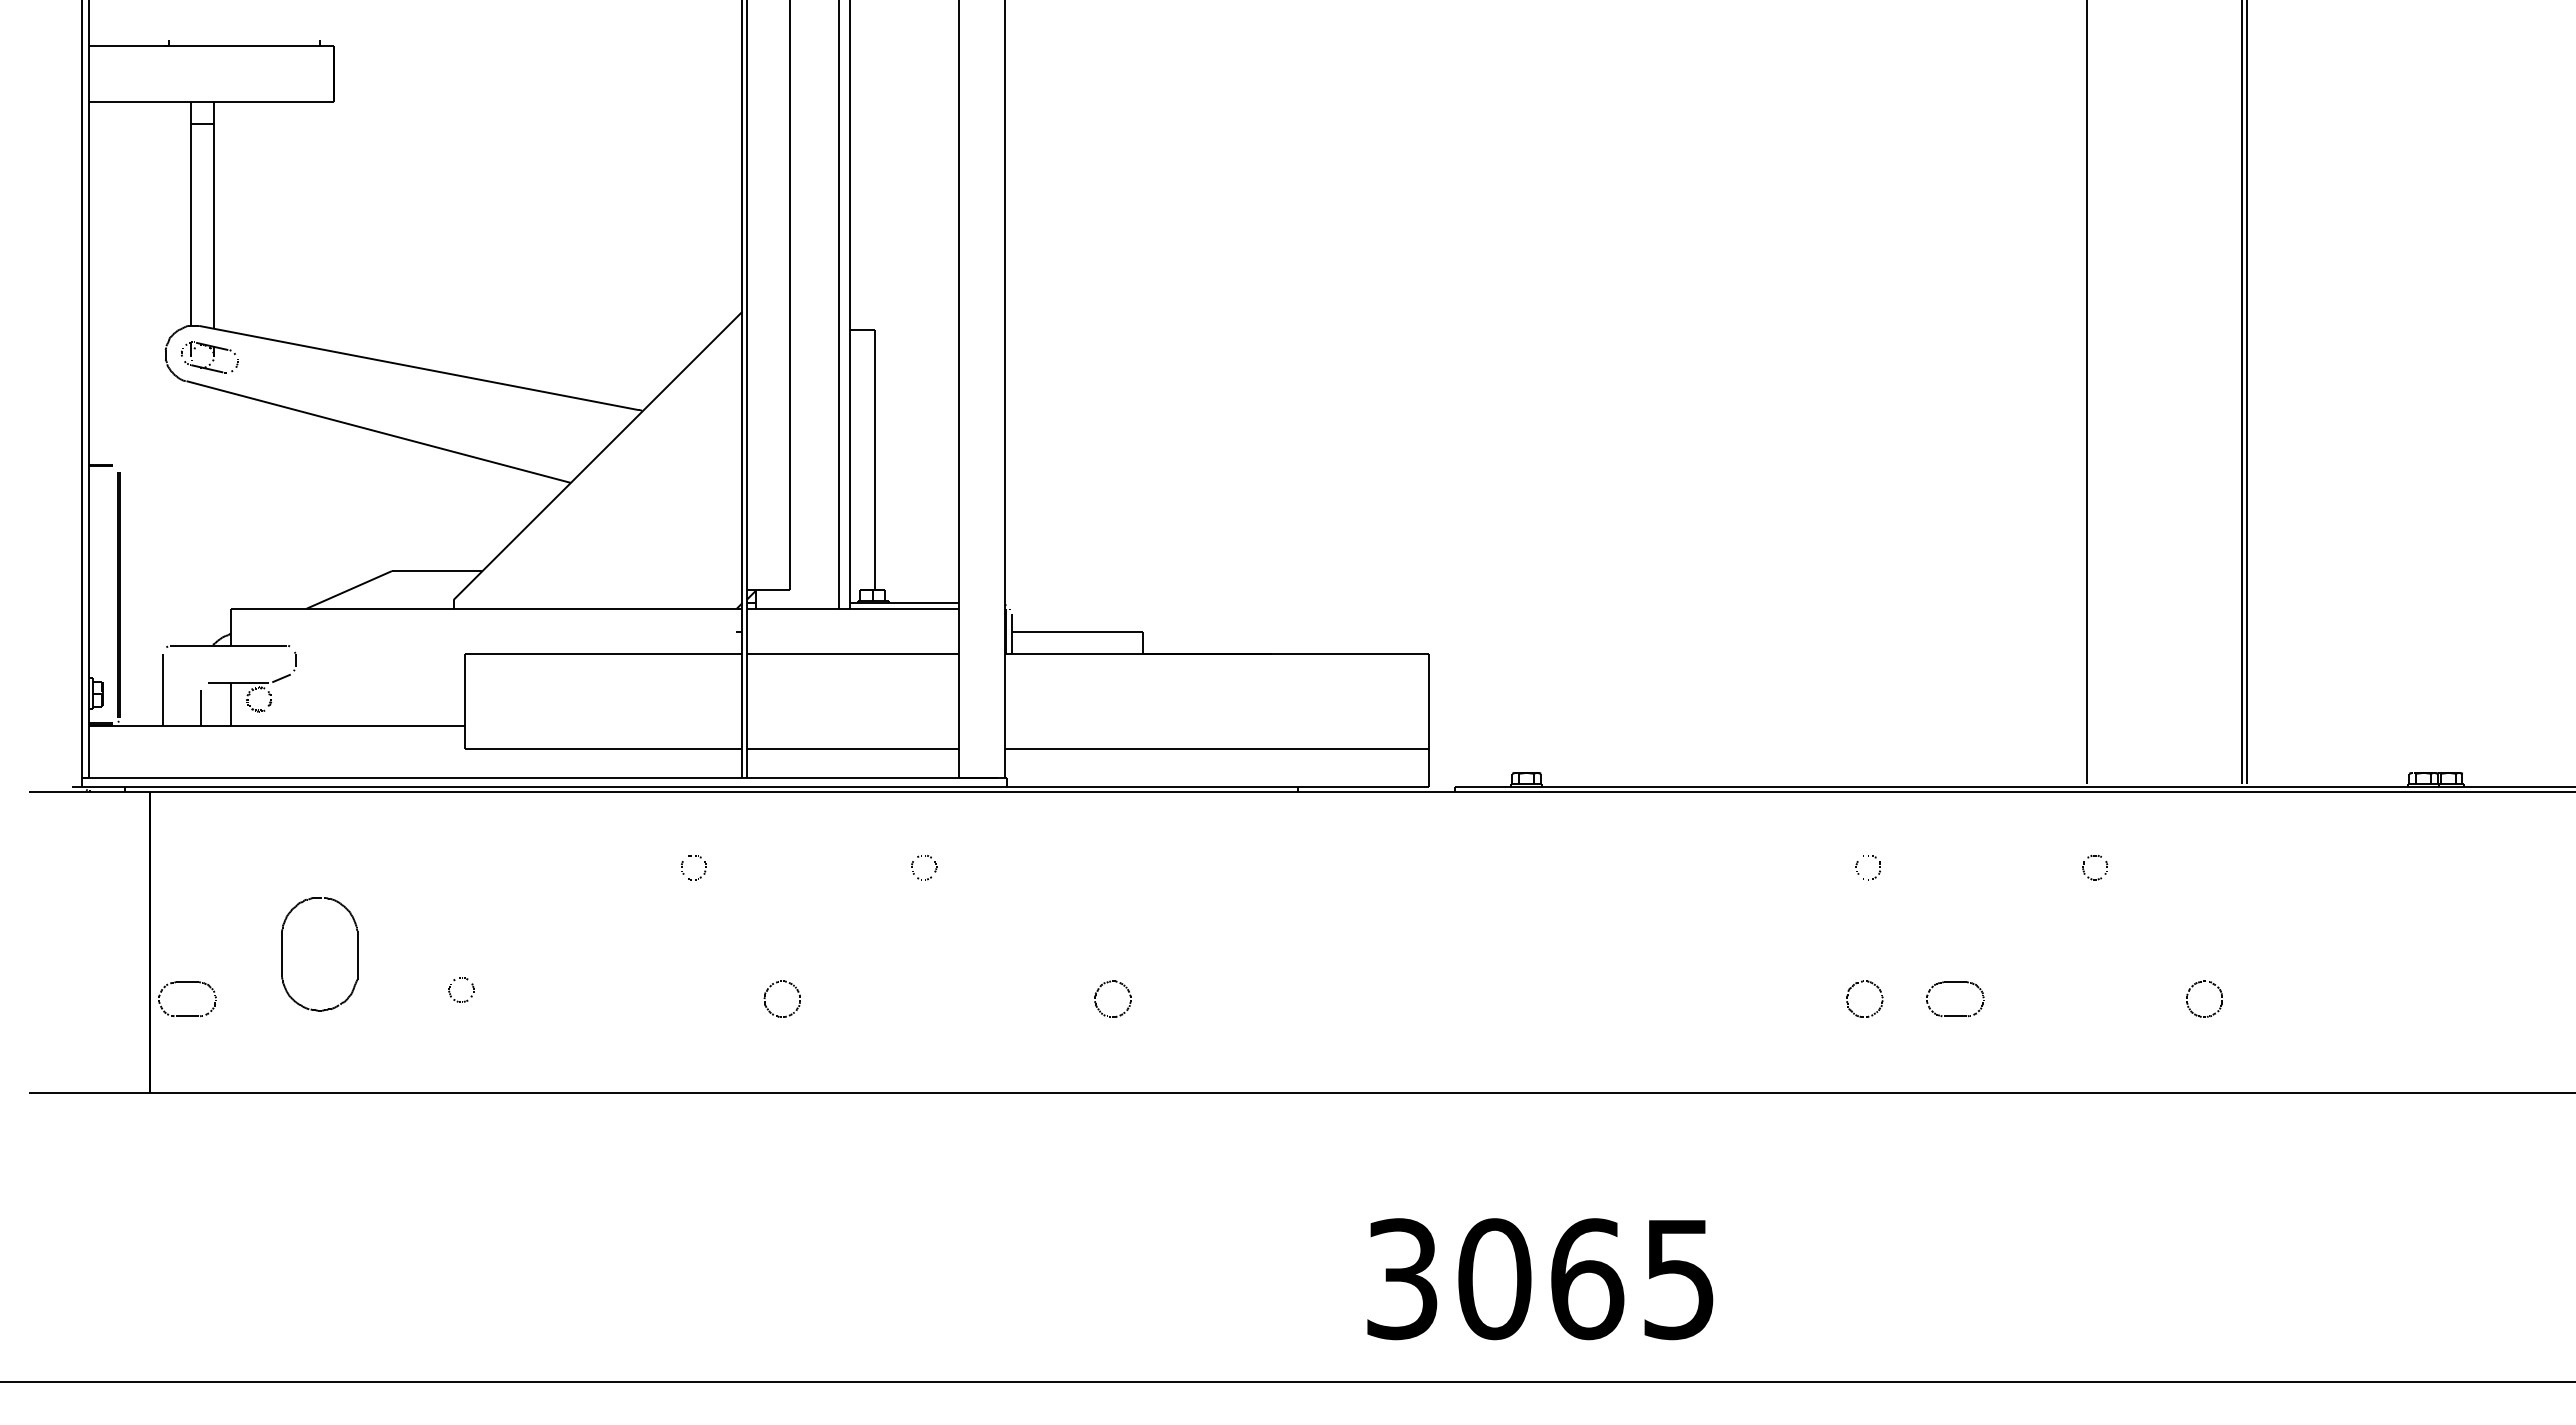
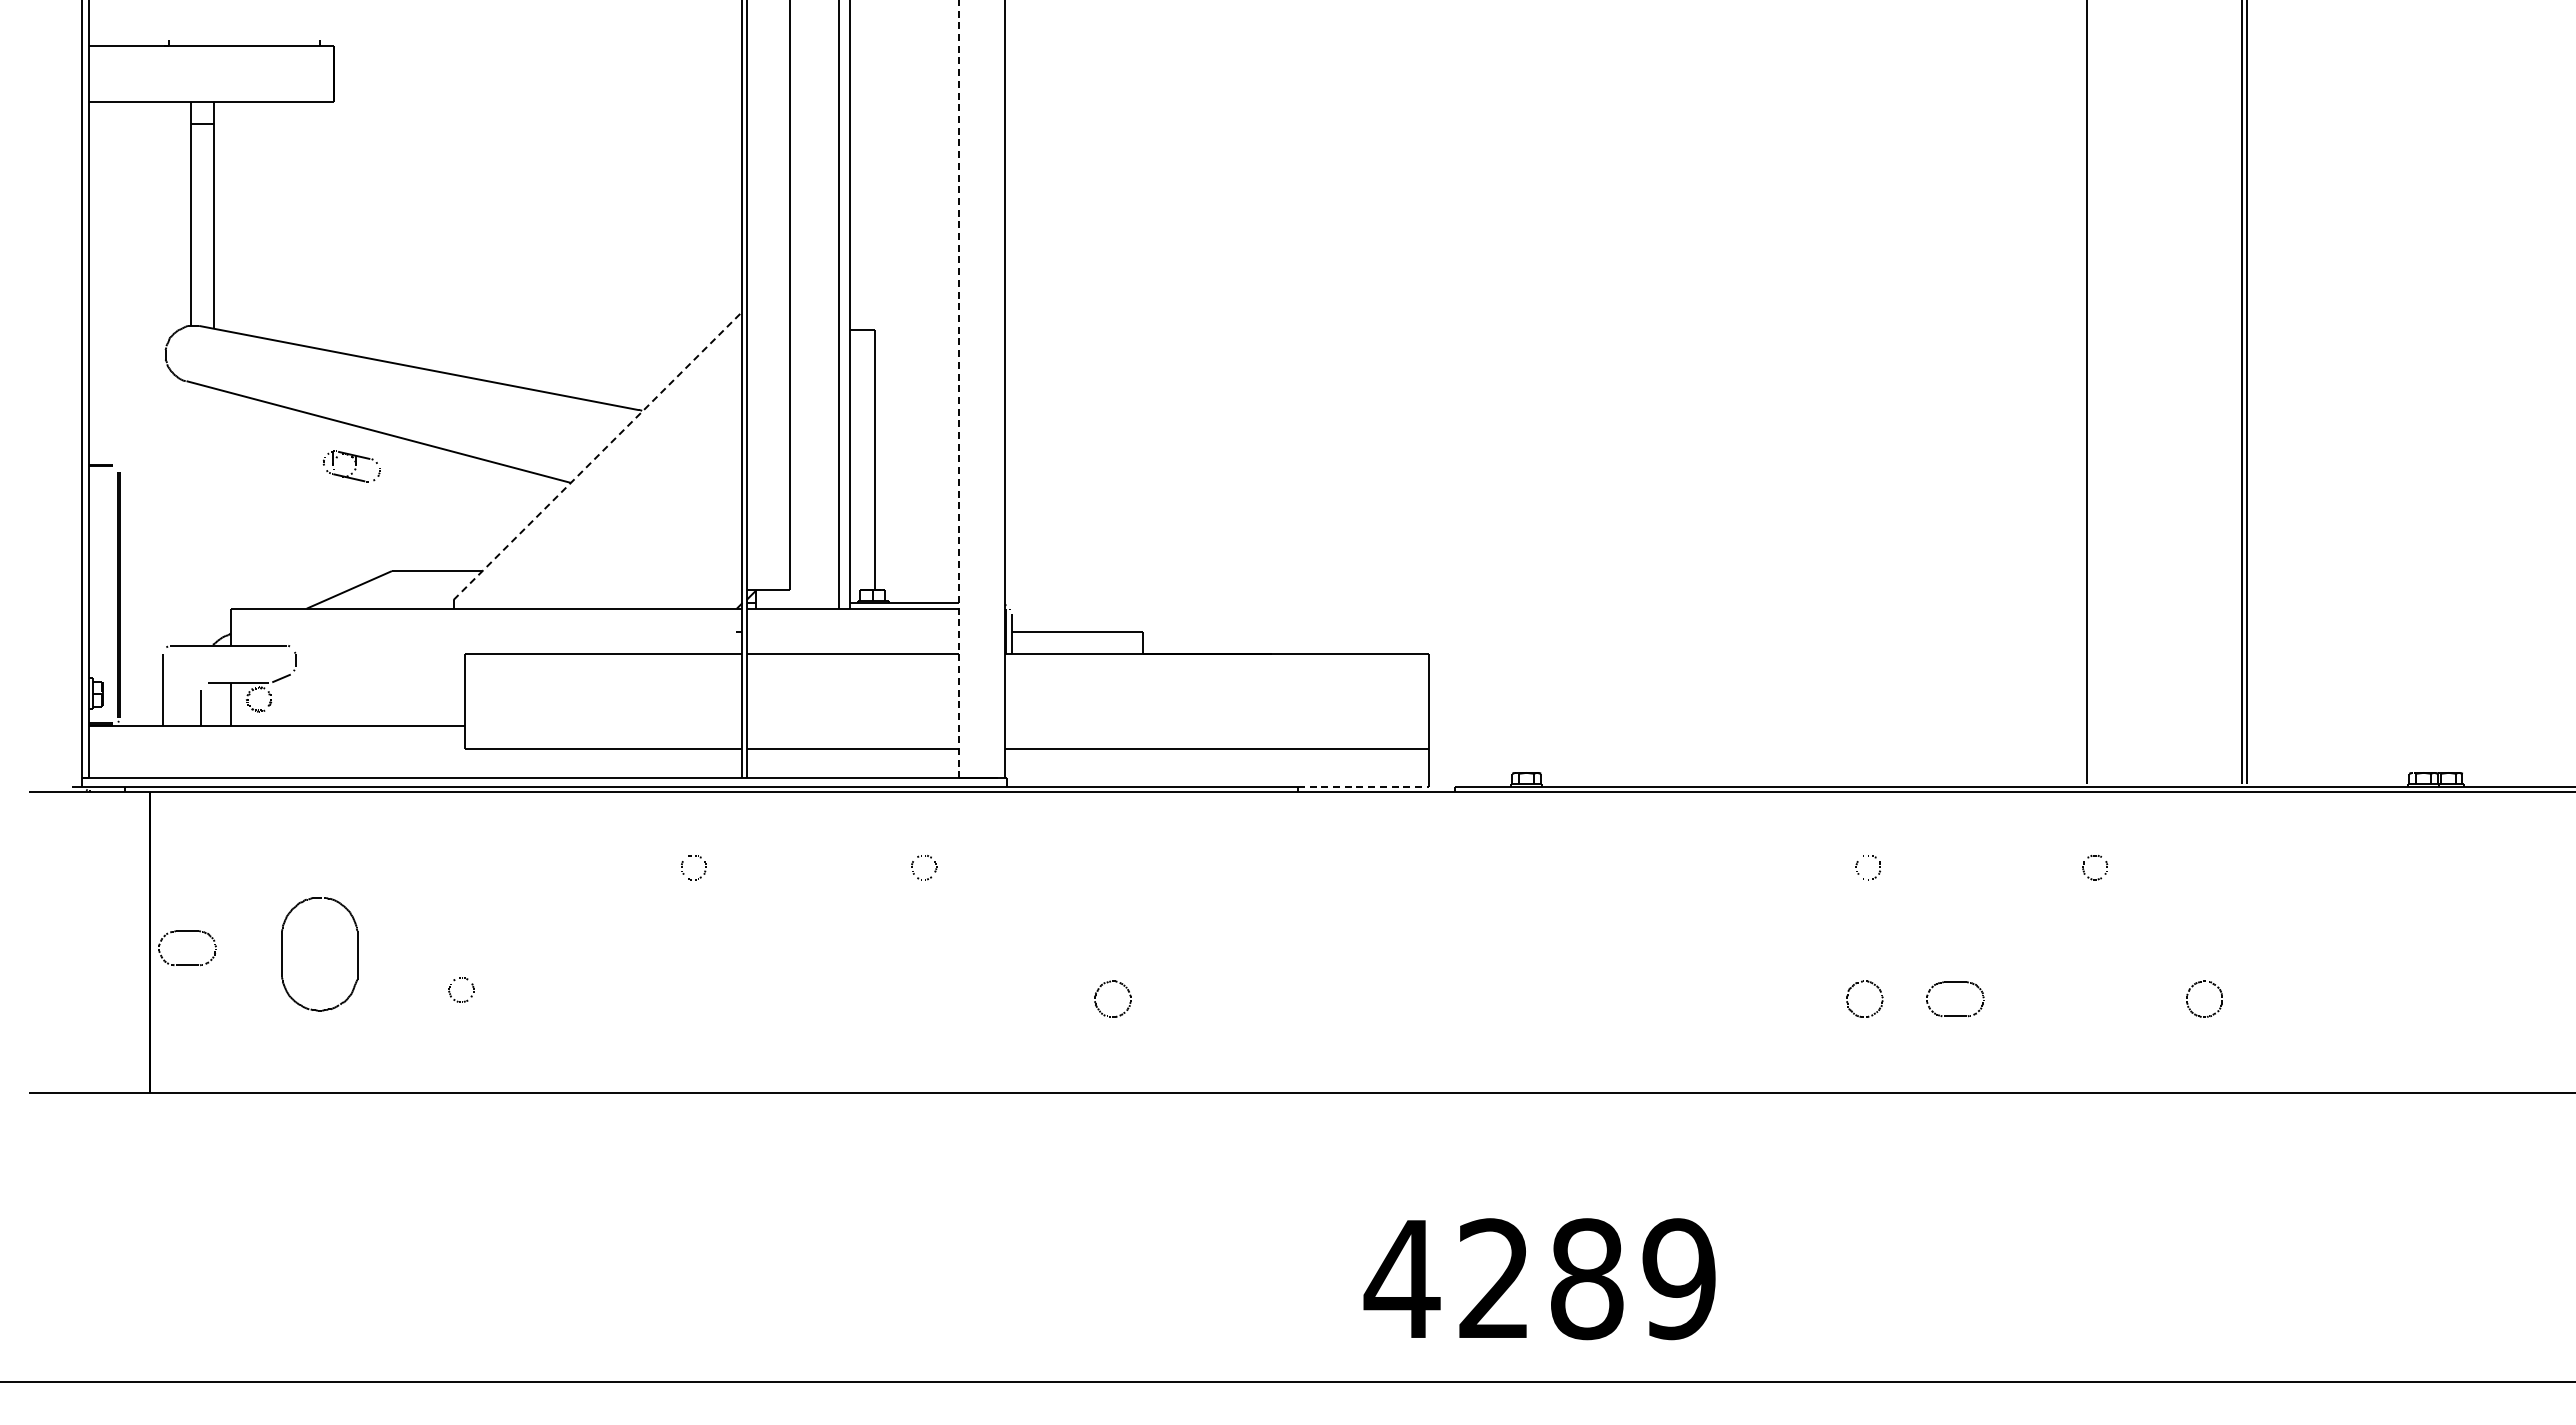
part at (209, 357) position: (209, 357) -> (351, 466)
line at (958, 389): solid -> dashed
line at (598, 455): solid -> dashed
line at (1363, 786): solid -> dashed
part at (768, 990): present -> none
part at (187, 1015) position: (187, 1015) -> (187, 964)
text at (1539, 1279): 3065 -> 4289
